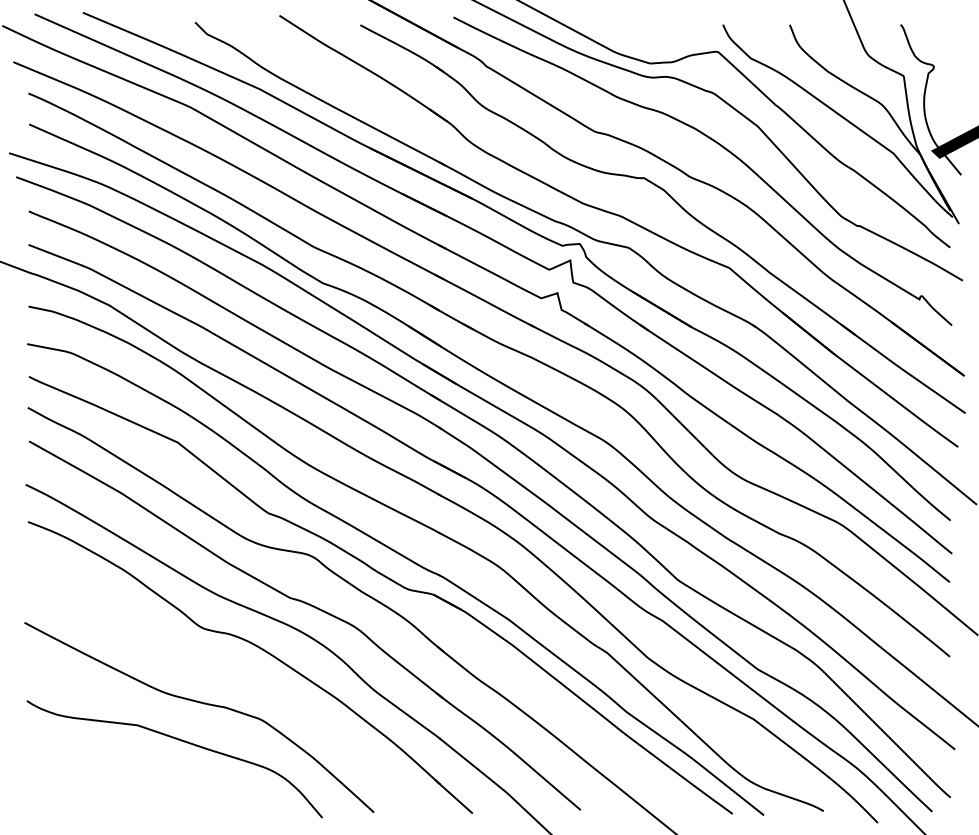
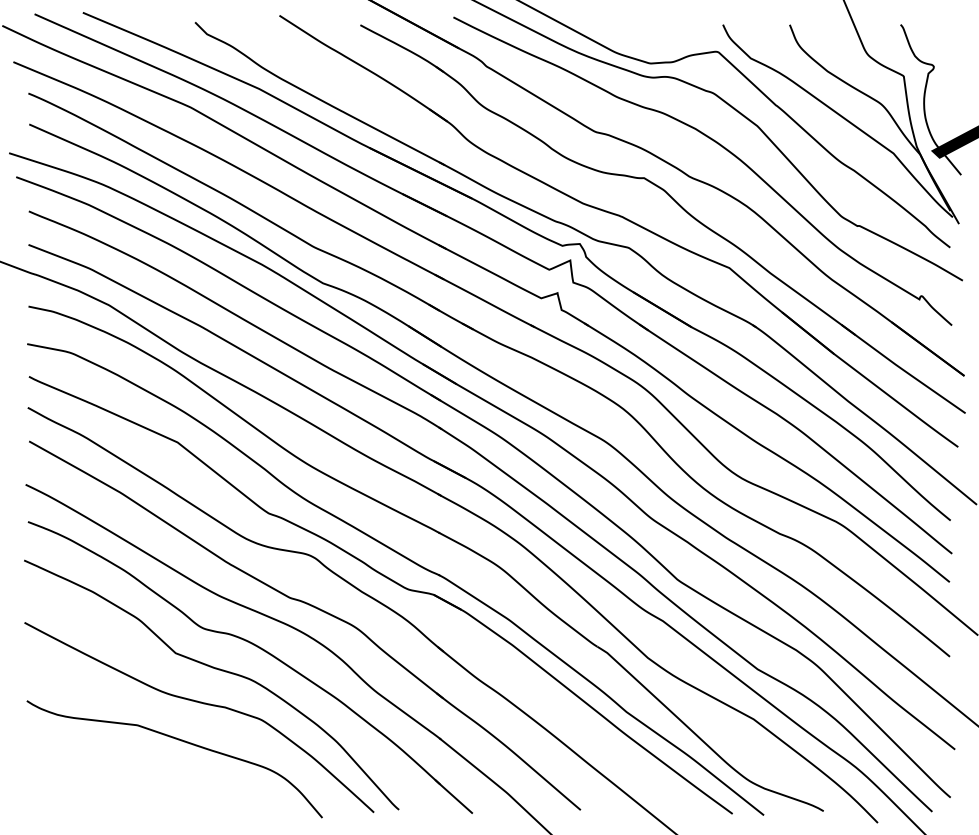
curve at (215, 669): none -> present
